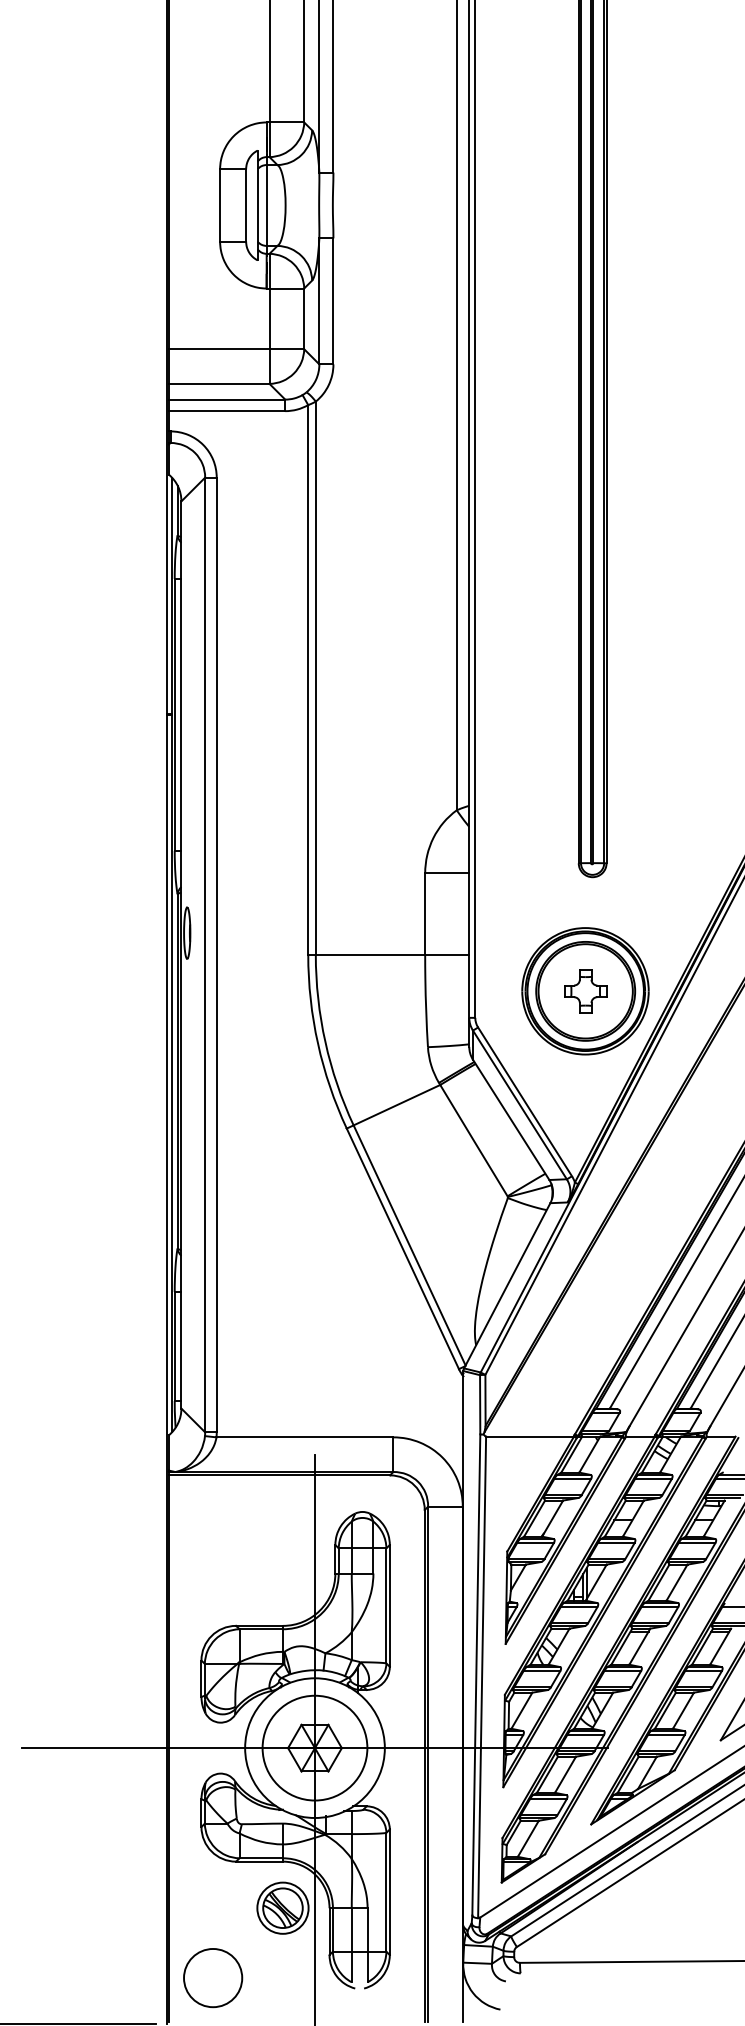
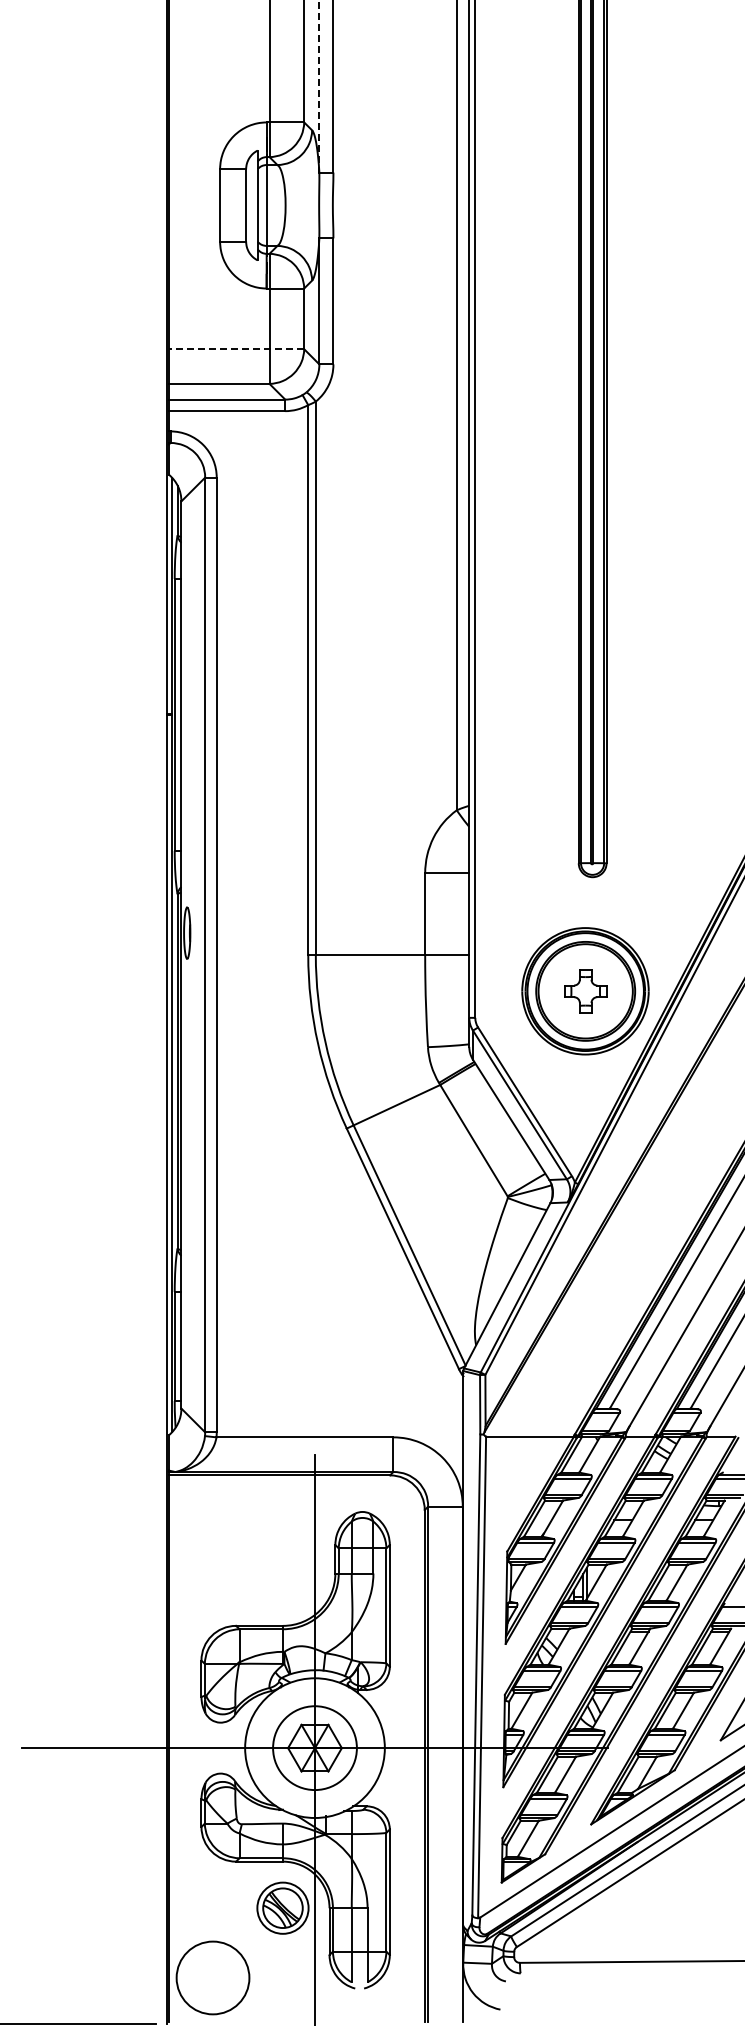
line at (319, 86): solid -> dashed
line at (236, 349): solid -> dashed
circle at (314, 1747) diameter: 105 px -> 84 px
circle at (213, 1978) size: 61x61 px -> 76x76 px
